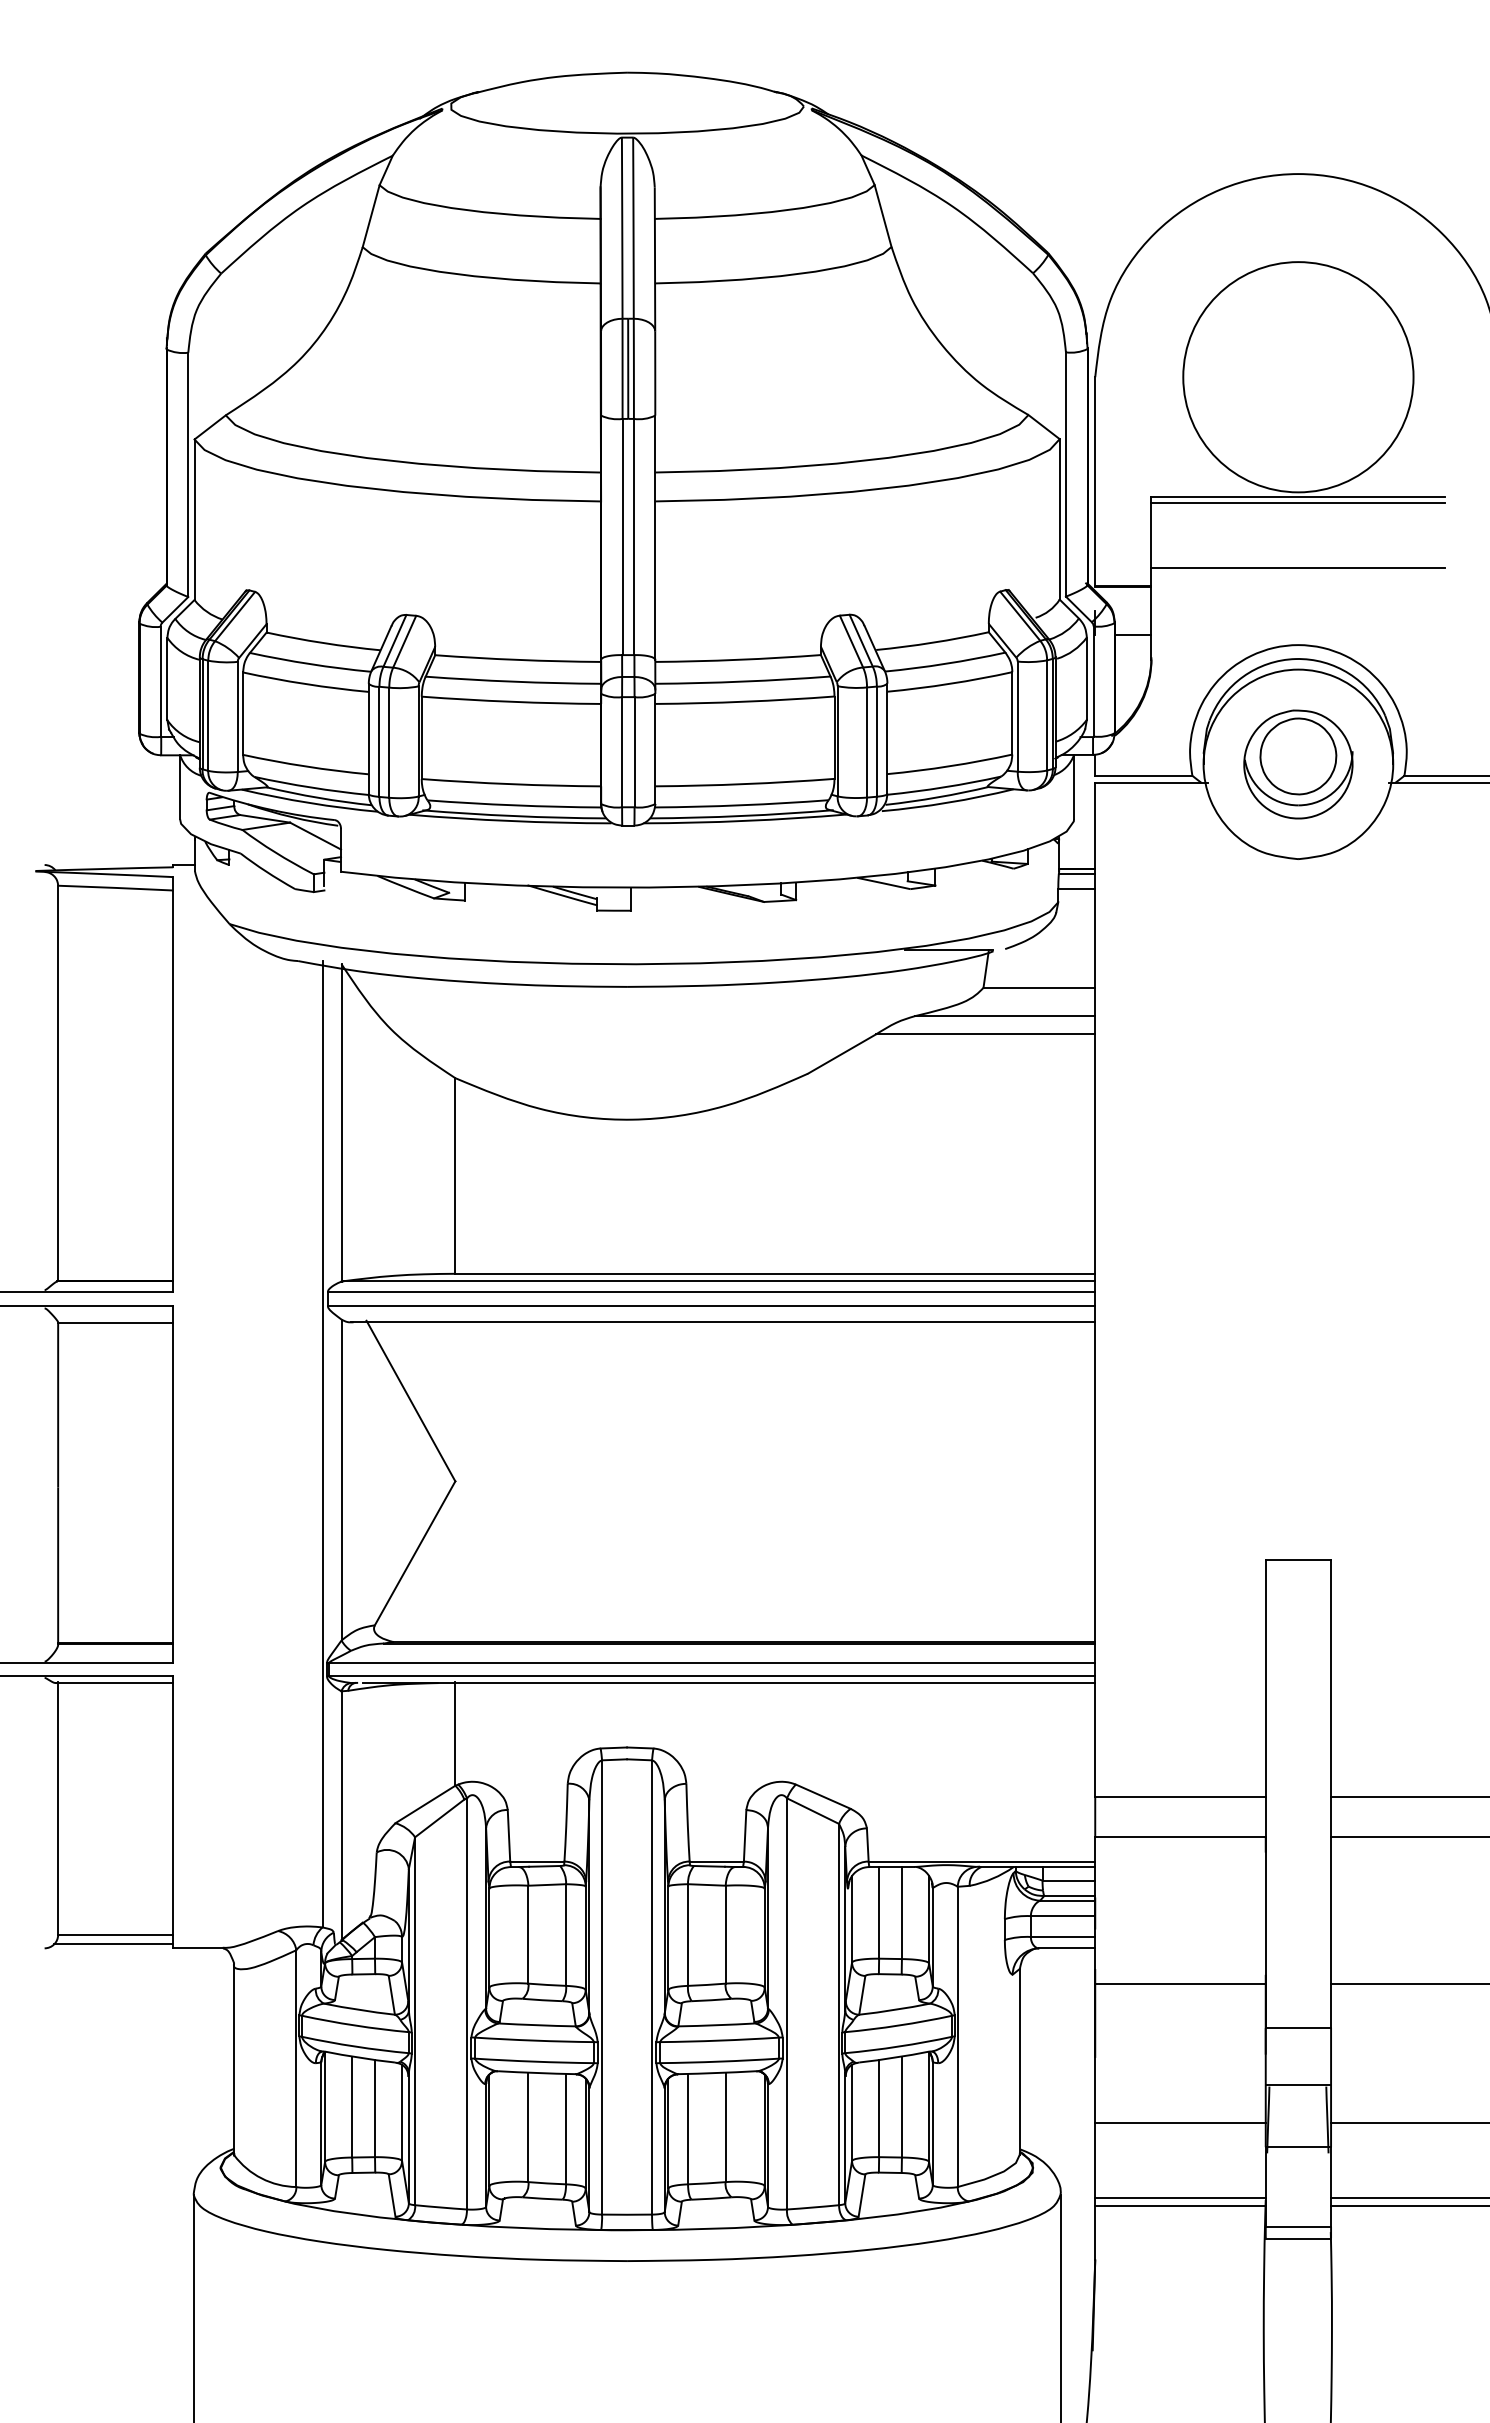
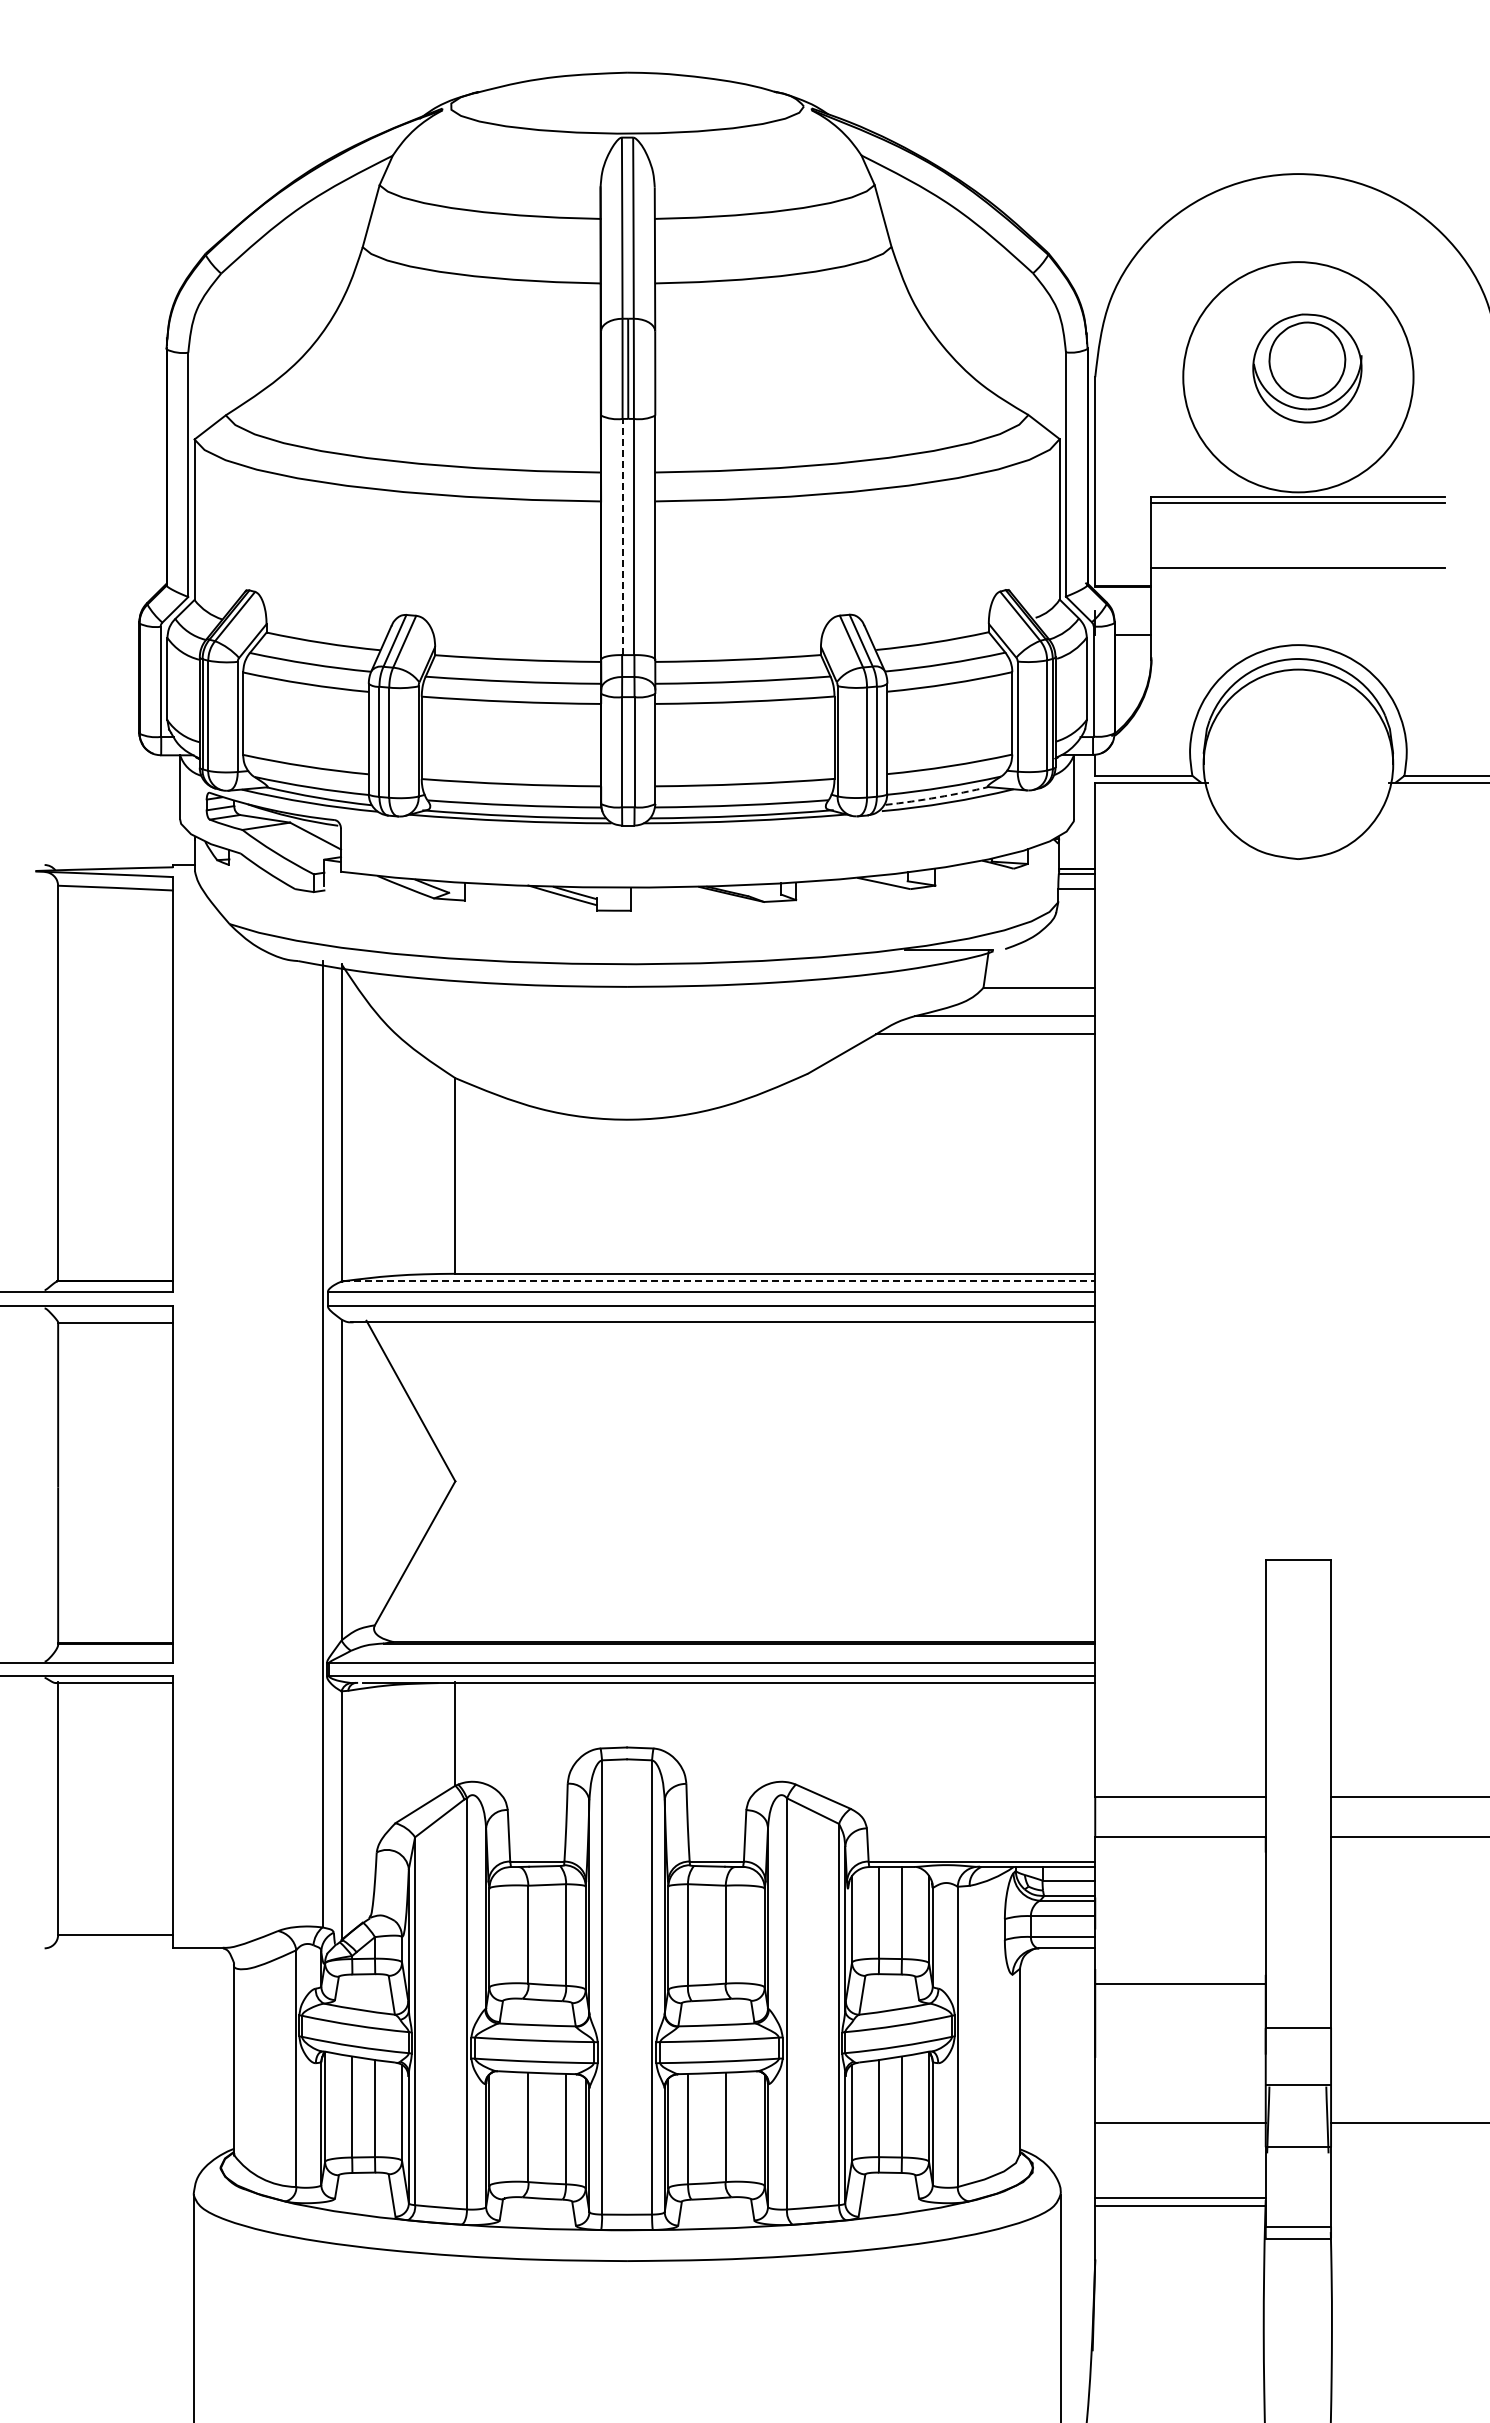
line at (622, 536): solid -> dashed
part at (1298, 764) position: (1298, 764) -> (1307, 368)
arc at (937, 797): solid -> dashed
line at (719, 1281): solid -> dashed
line at (113, 1944): present -> none
line at (1408, 1984): present -> none
line at (1408, 2198): present -> none
line at (1408, 2206): present -> none
